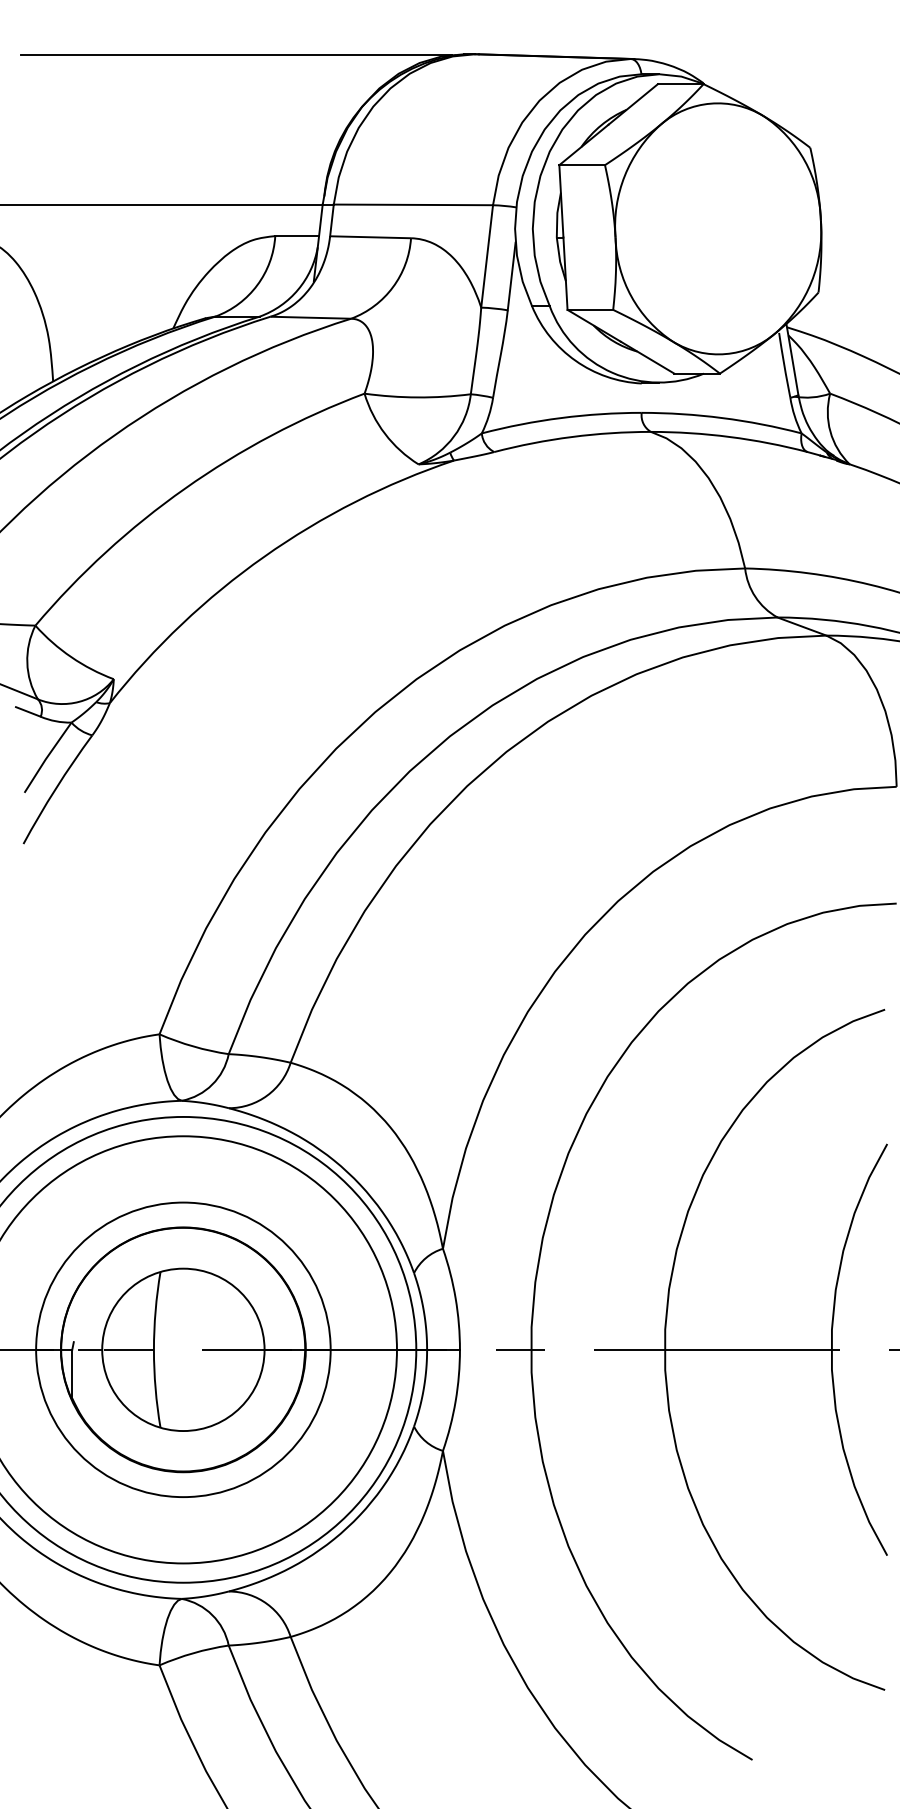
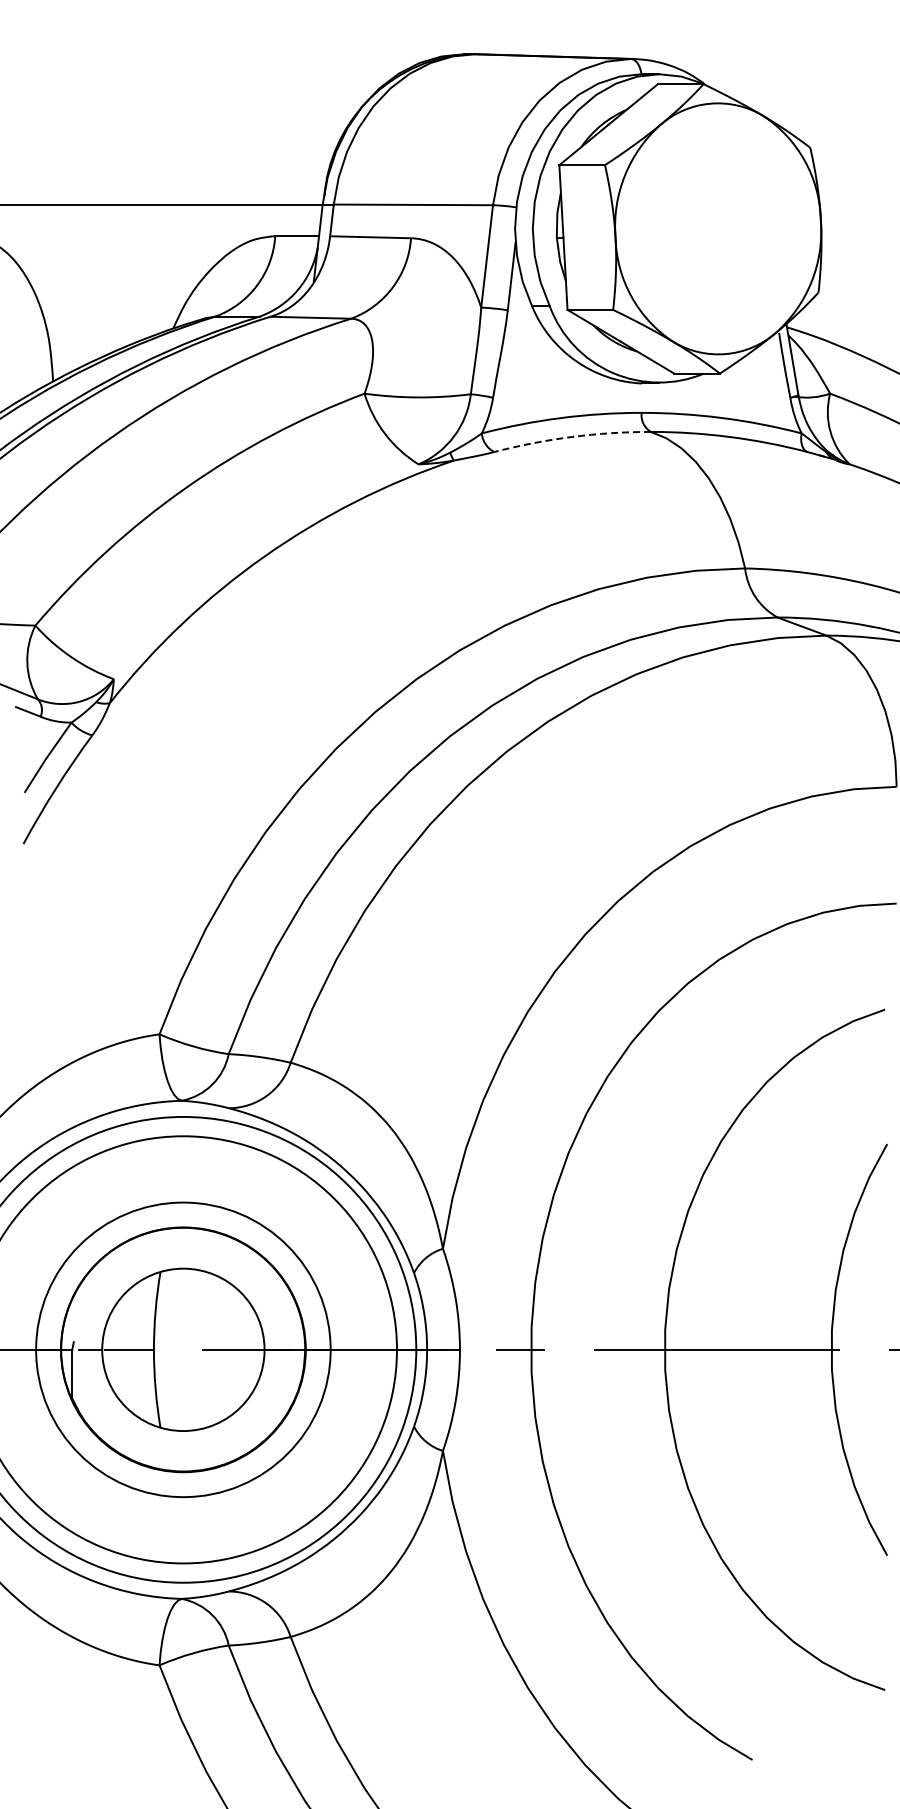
line at (235, 54): present -> none
arc at (571, 436): solid -> dashed
